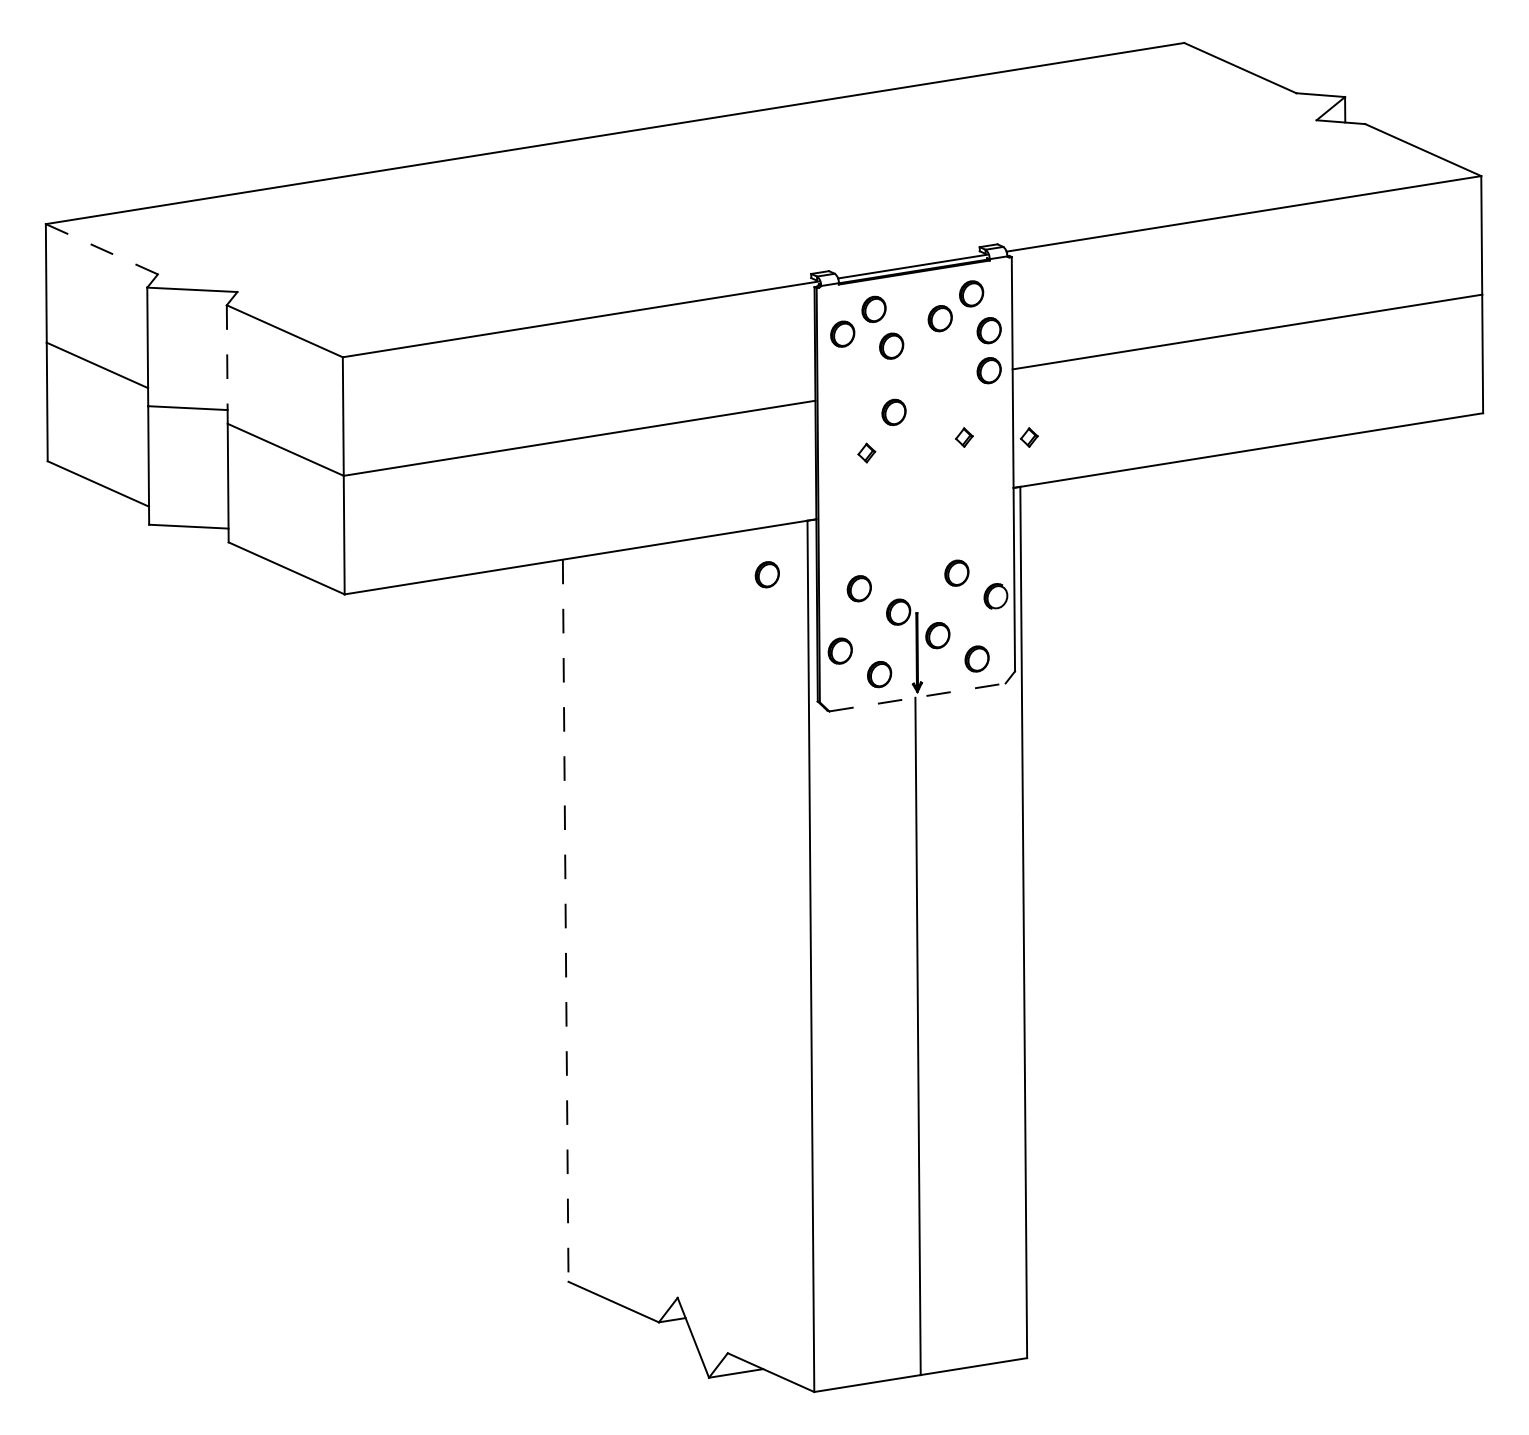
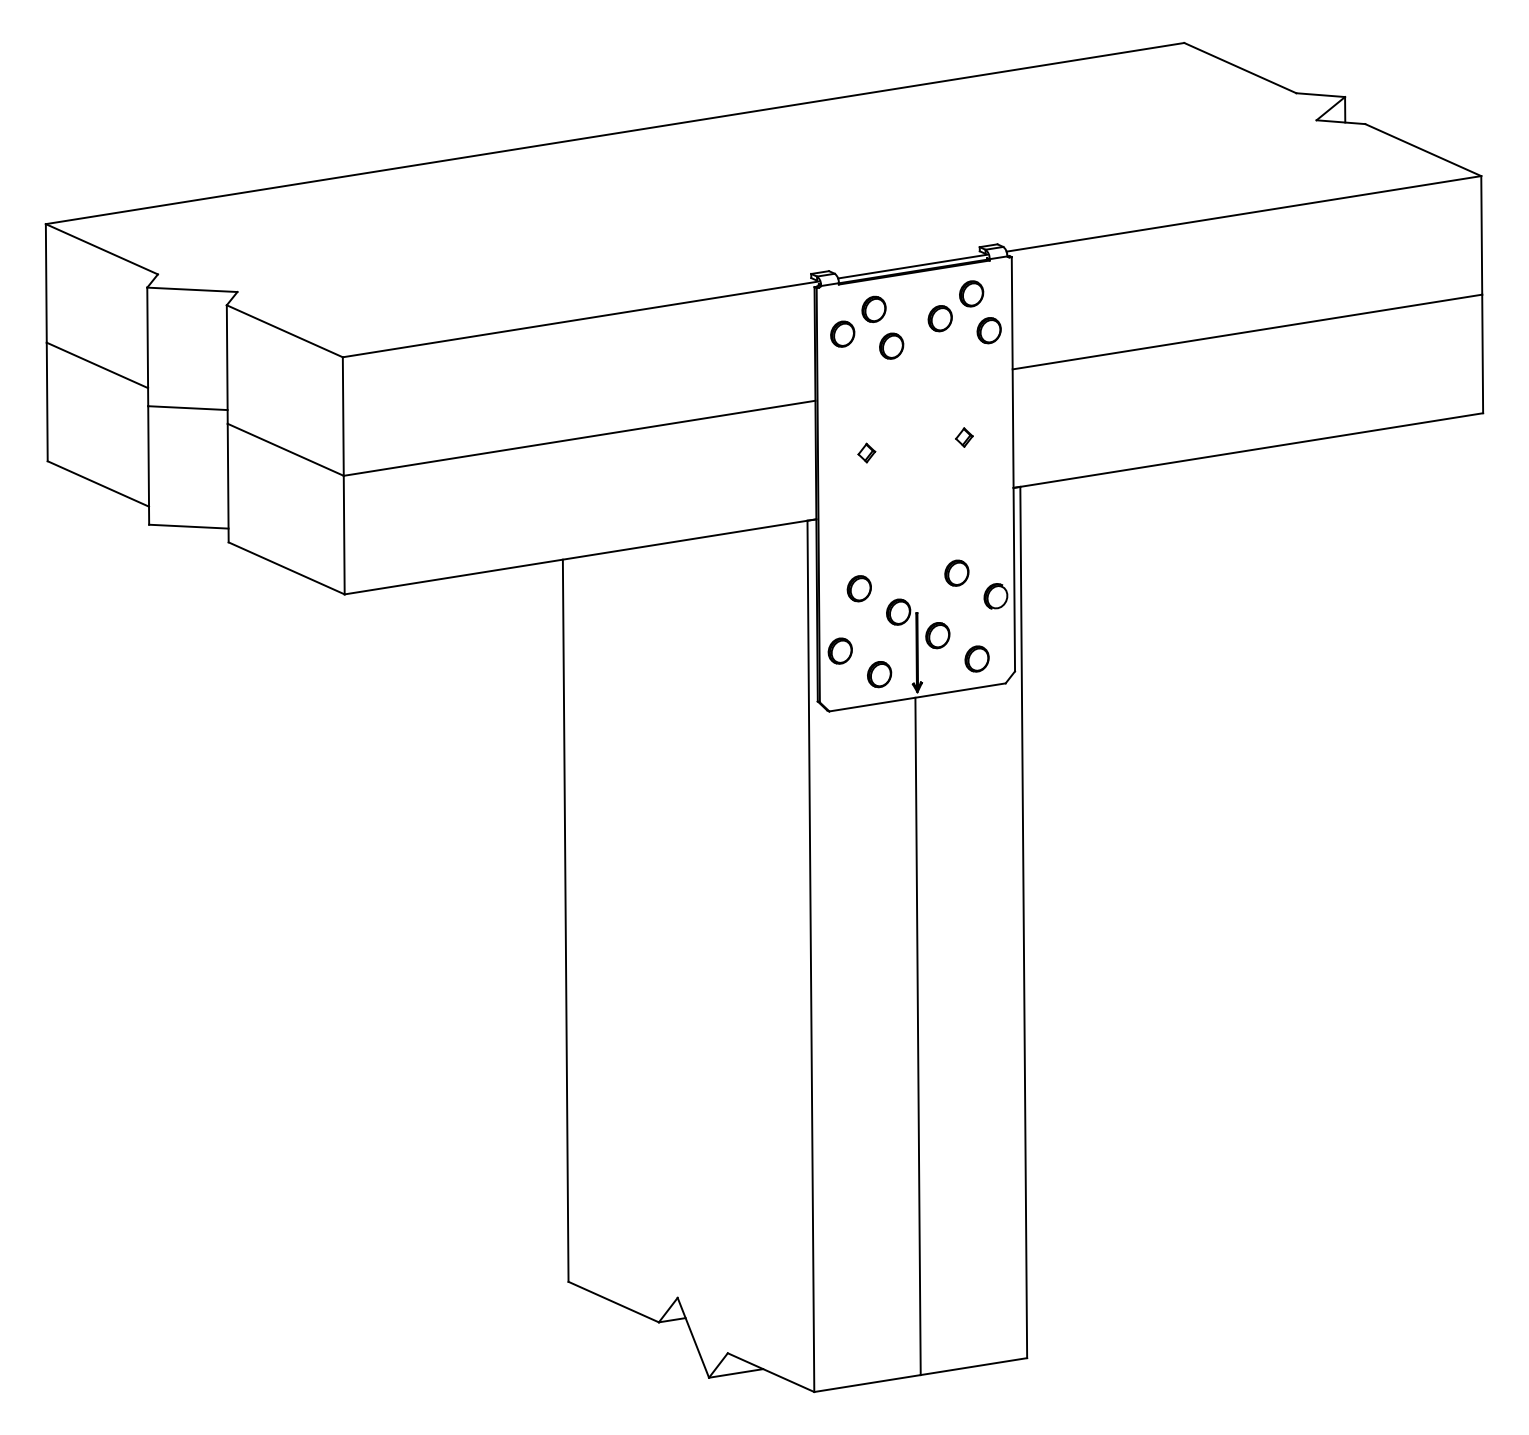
line at (101, 249): dashed -> solid
line at (227, 365): dashed -> solid
part at (988, 370): present -> none
part at (893, 412): present -> none
part at (1029, 437): present -> none
part at (766, 574): present -> none
line at (918, 697): dashed -> solid
line at (565, 921): dashed -> solid
